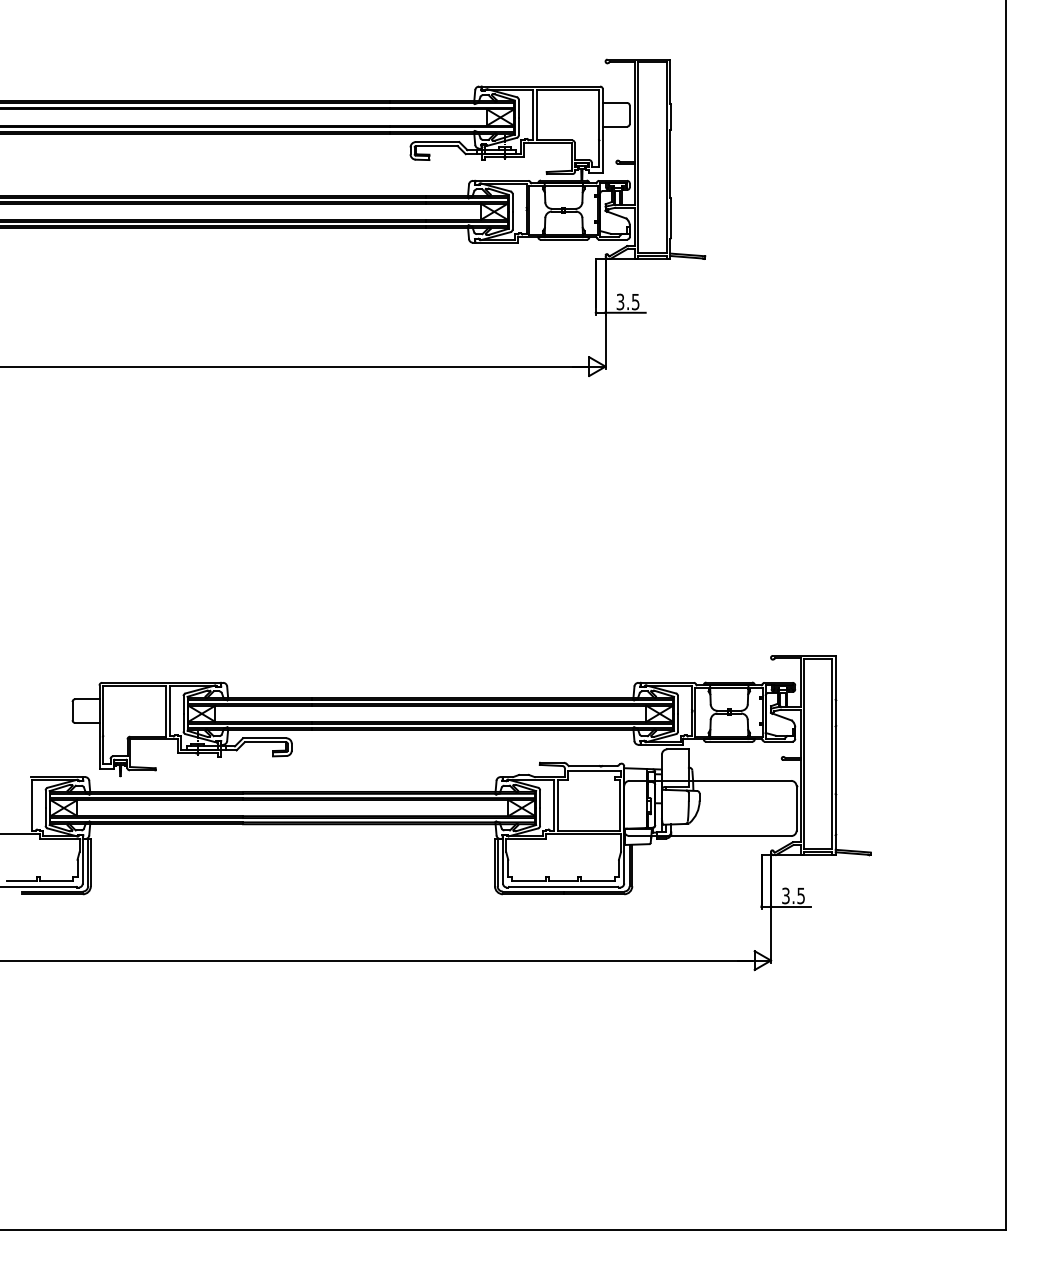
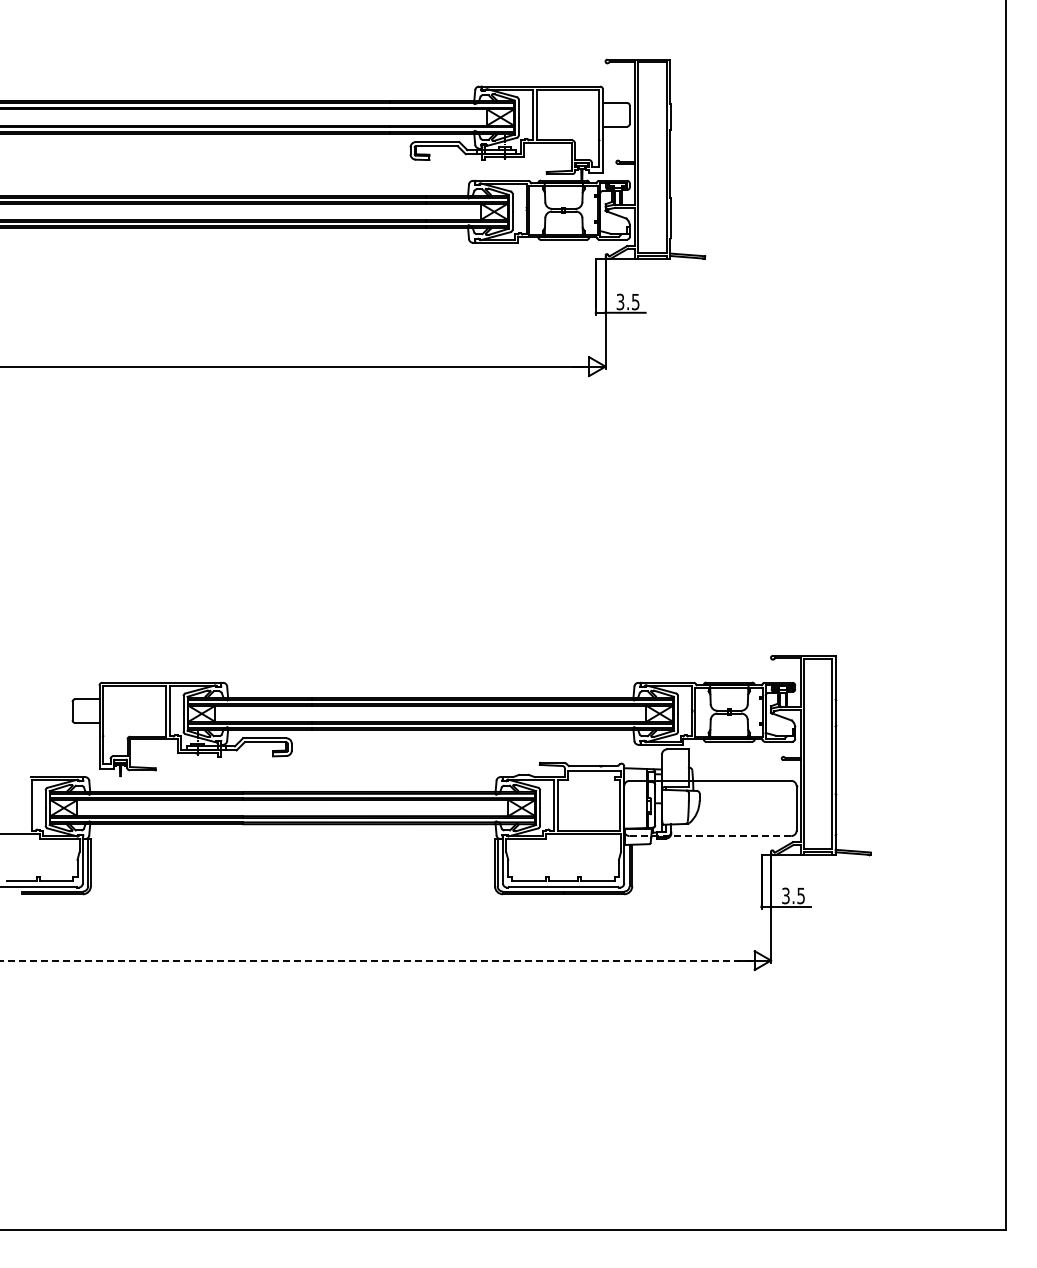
line at (710, 836): solid -> dashed
line at (376, 960): solid -> dashed
